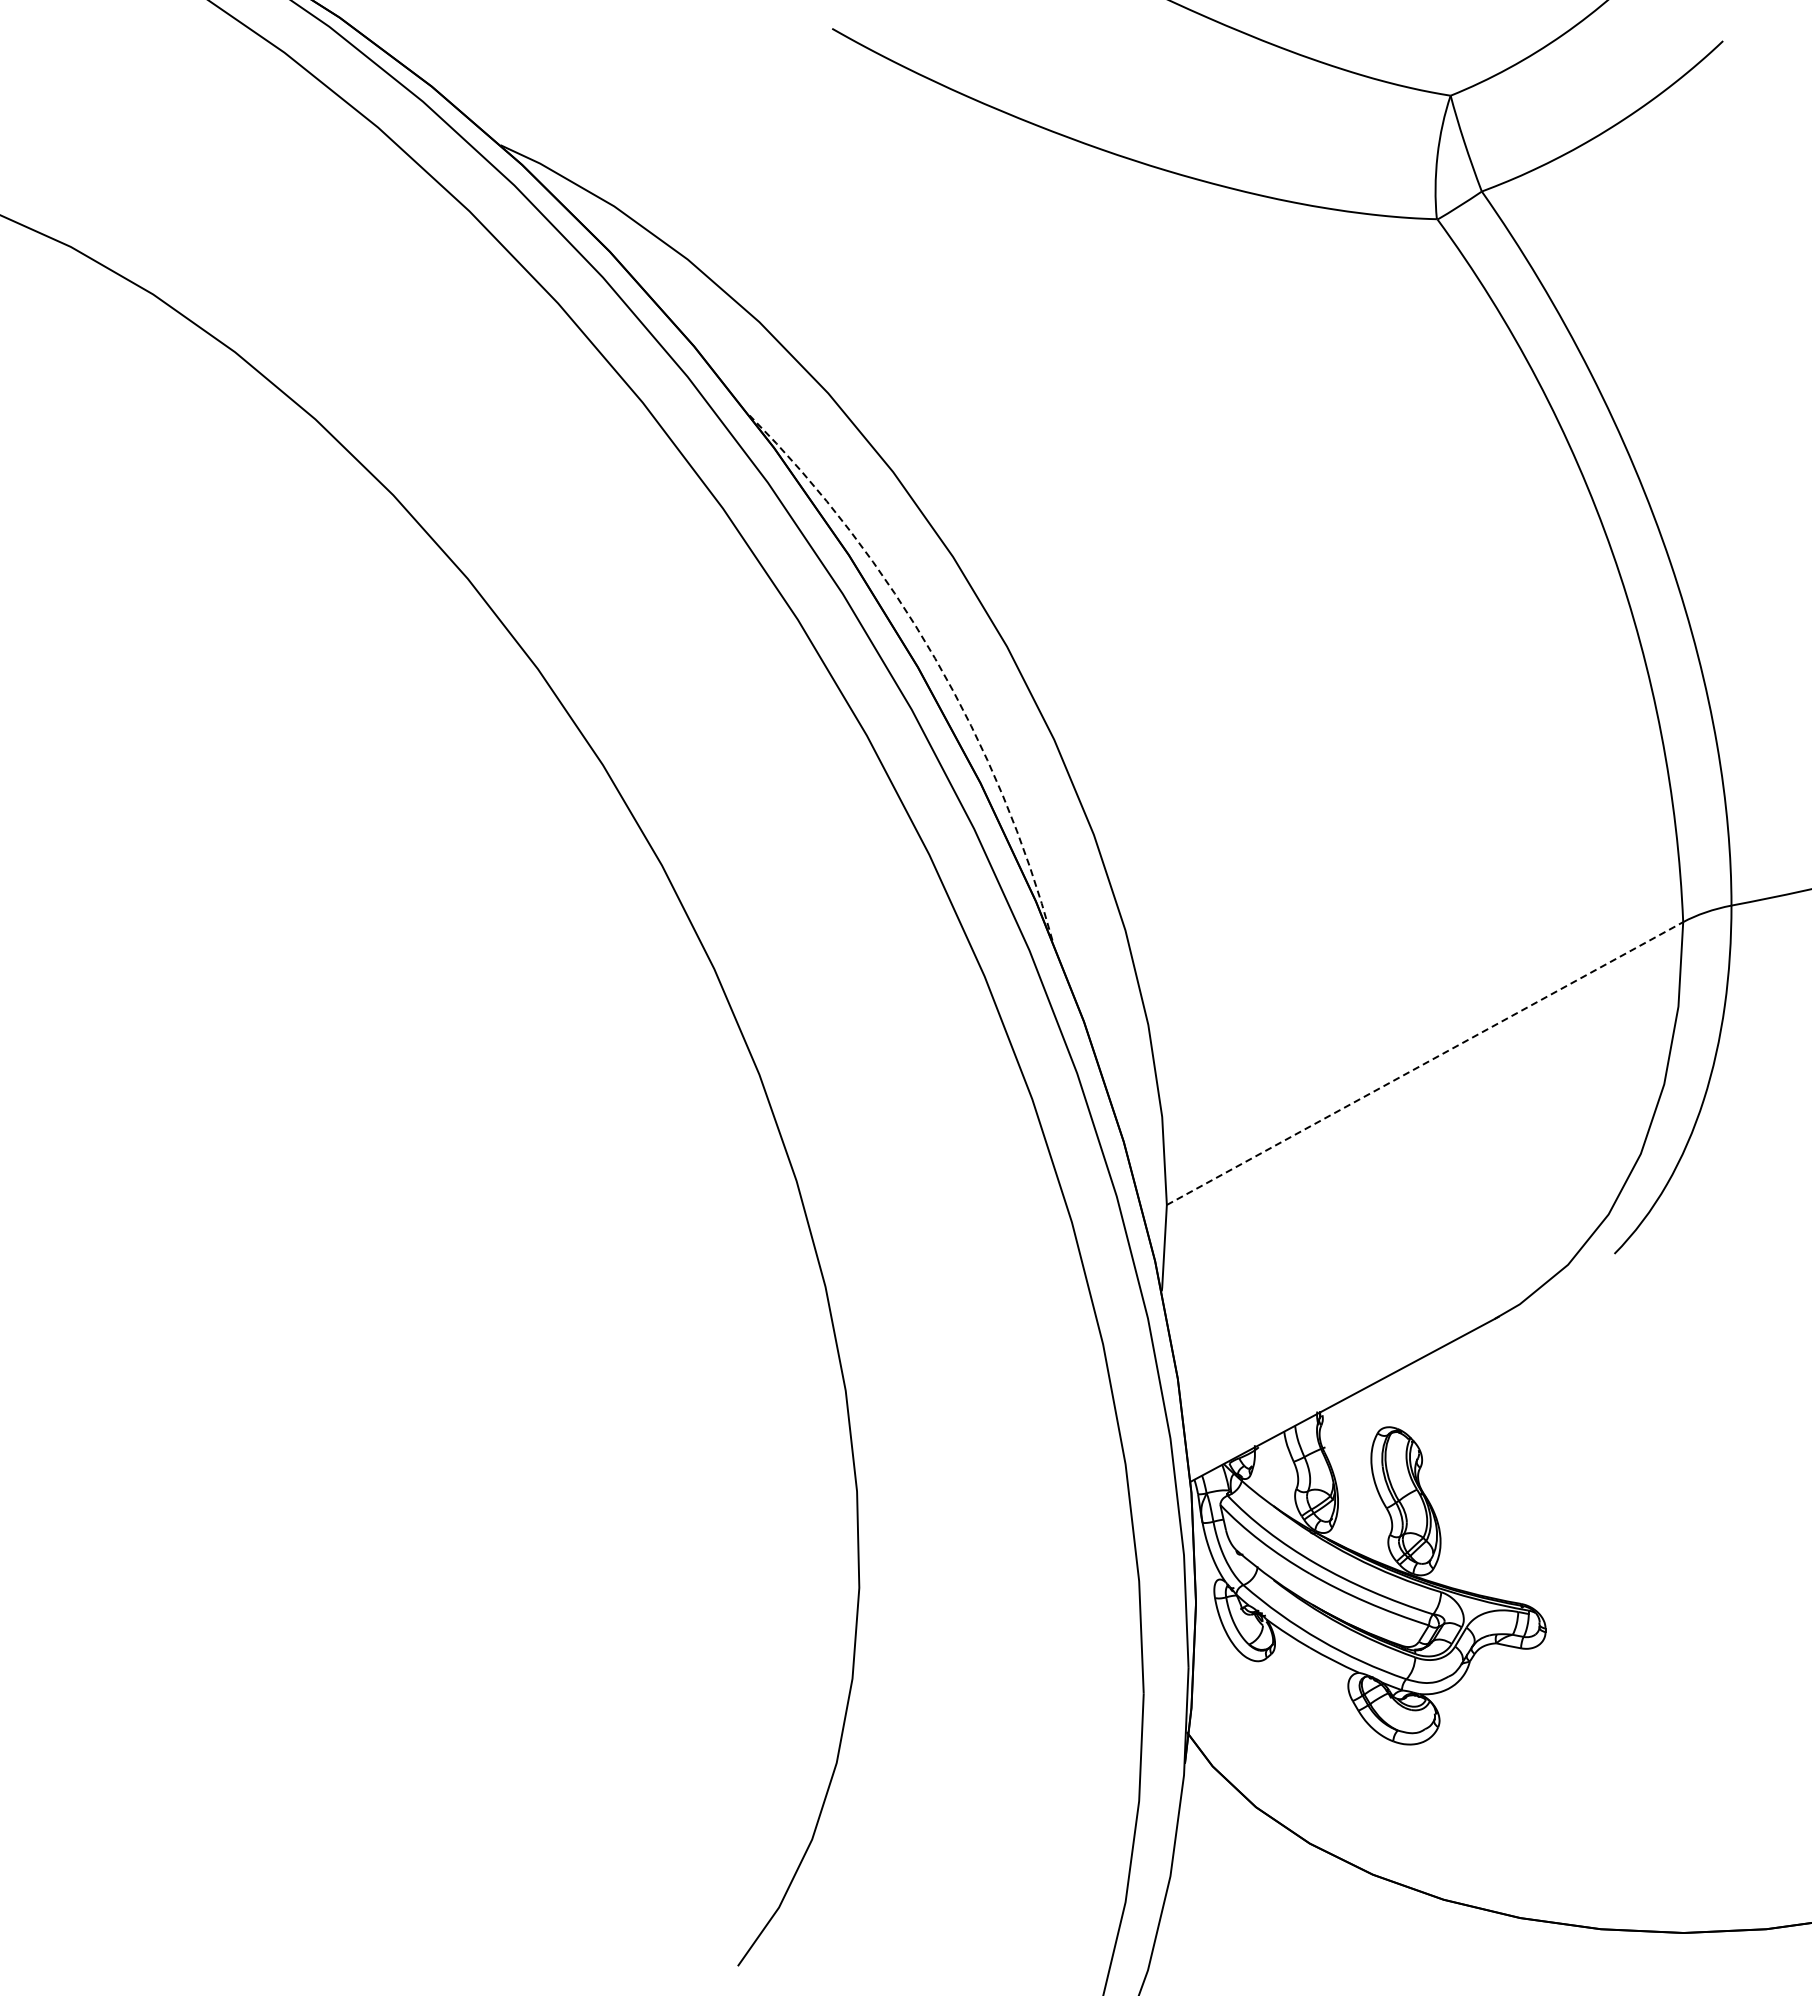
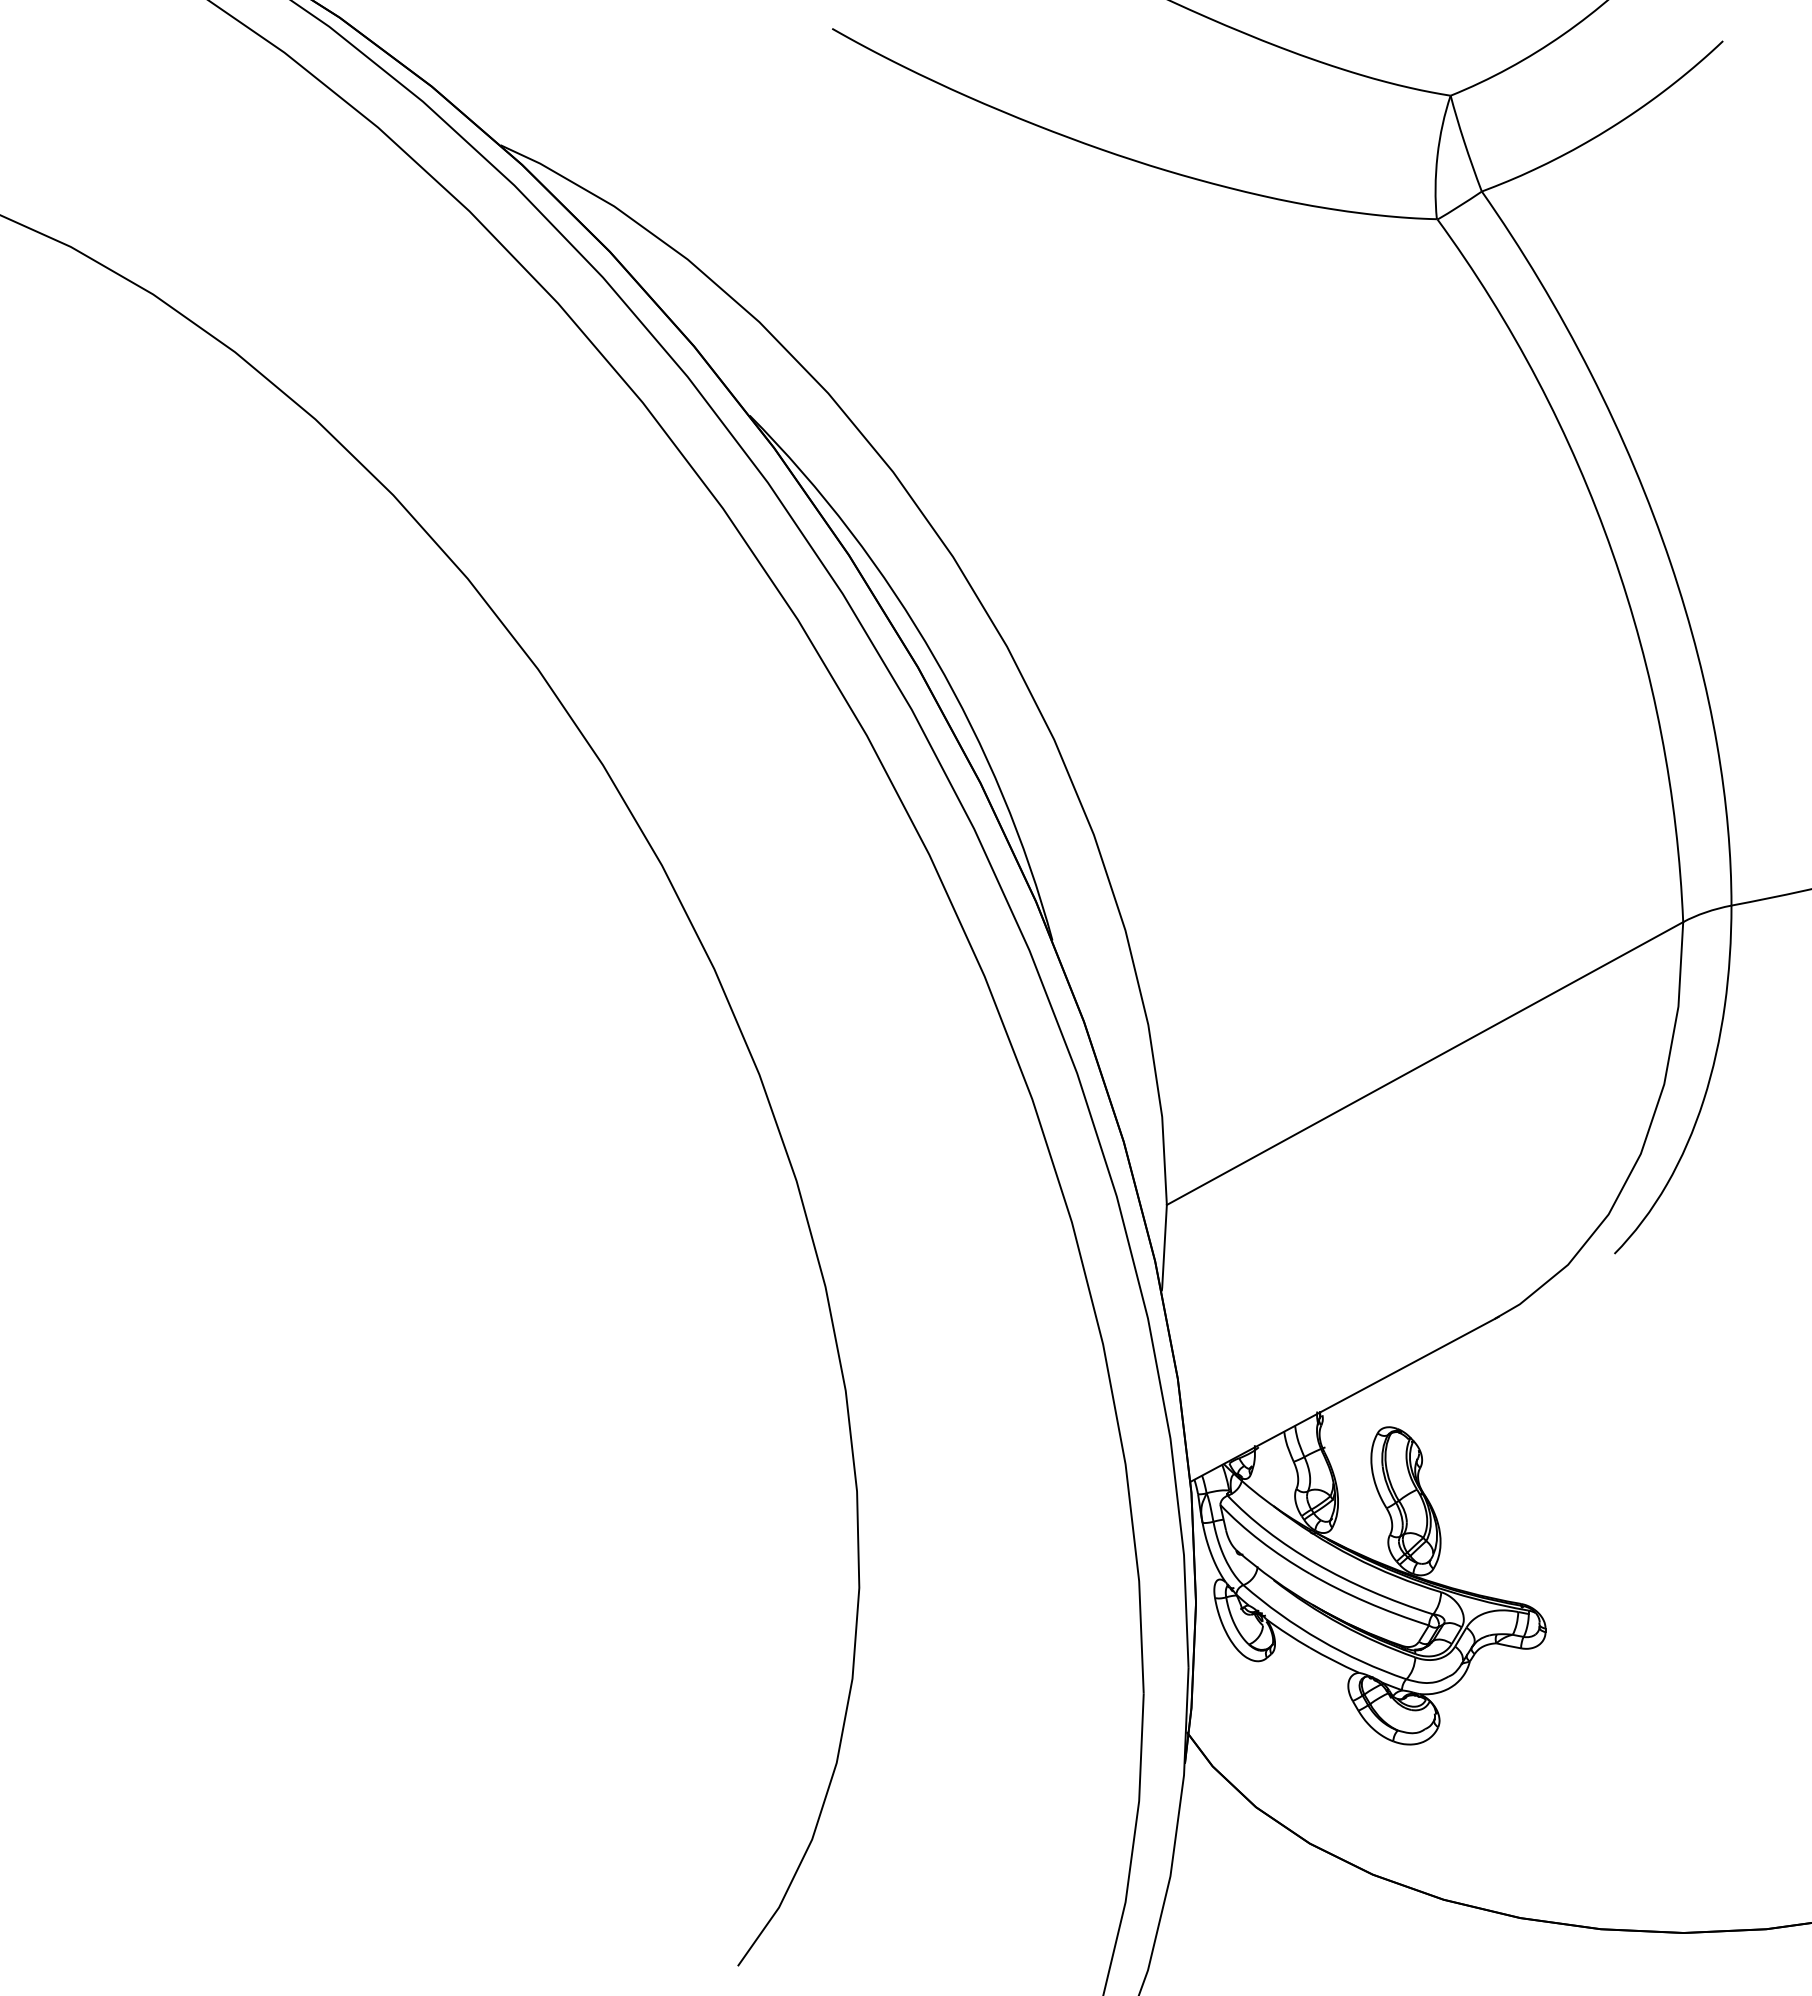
arc at (935, 658): dashed -> solid
line at (1425, 1063): dashed -> solid
